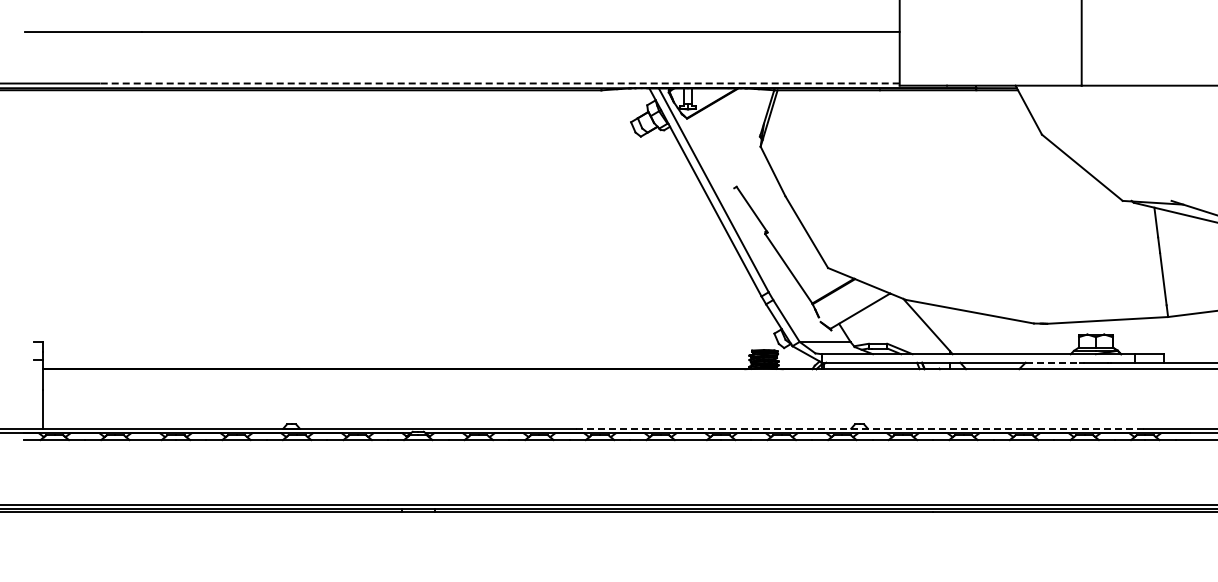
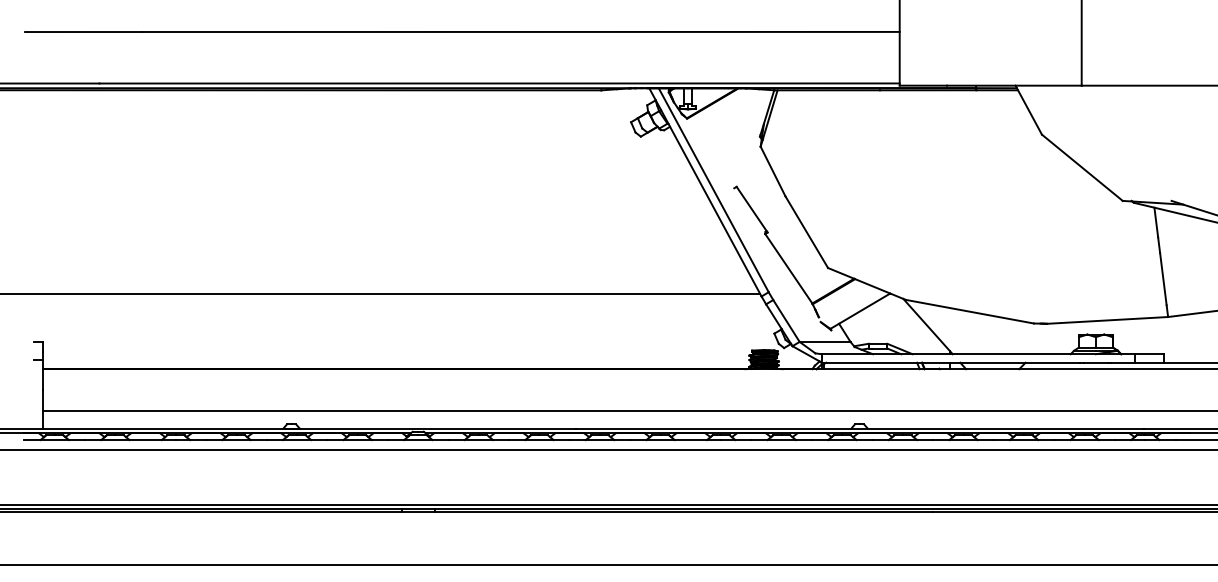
line at (499, 83): dashed -> solid
line at (381, 293): none -> present
line at (1053, 362): dashed -> solid
line at (628, 411): none -> present
line at (859, 428): dashed -> solid
line at (608, 449): none -> present
line at (608, 564): none -> present
